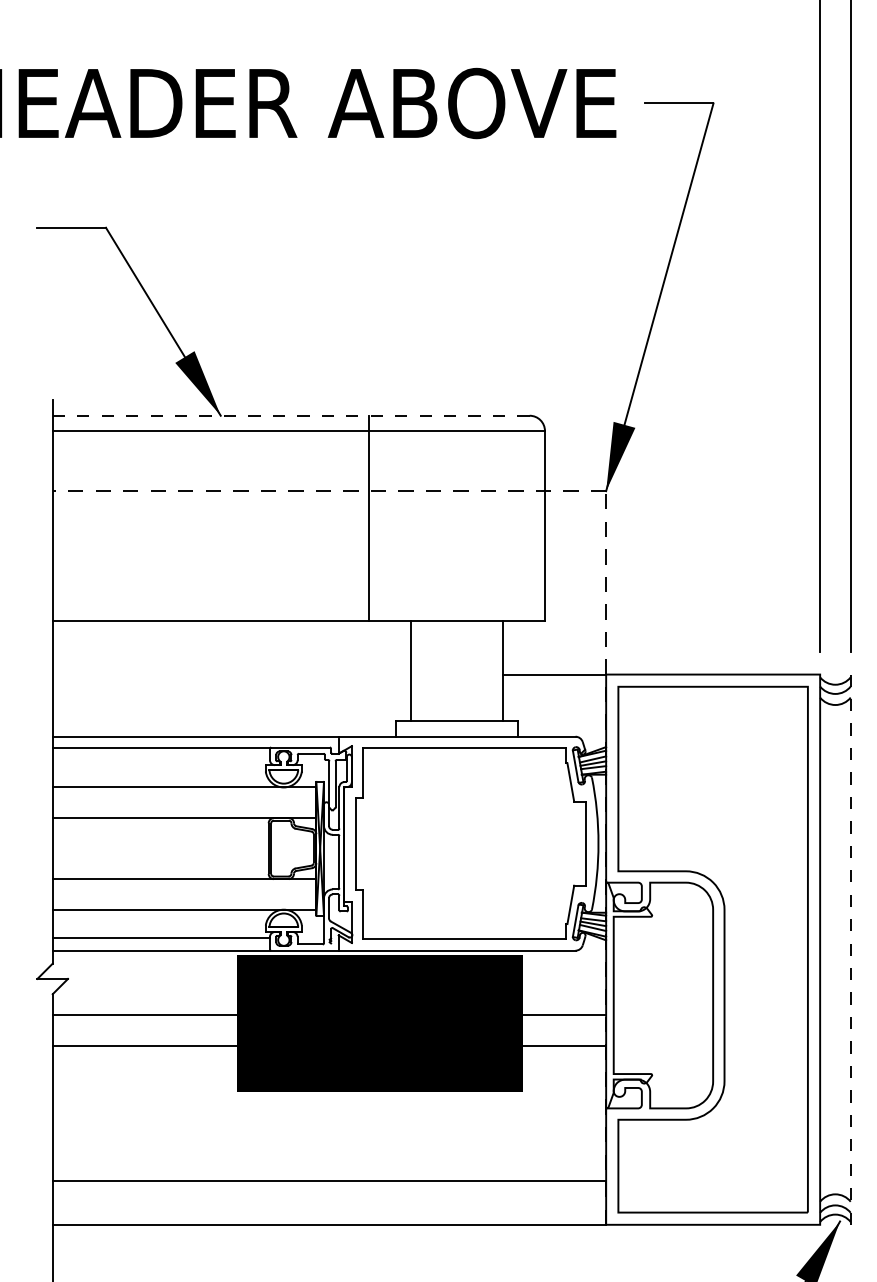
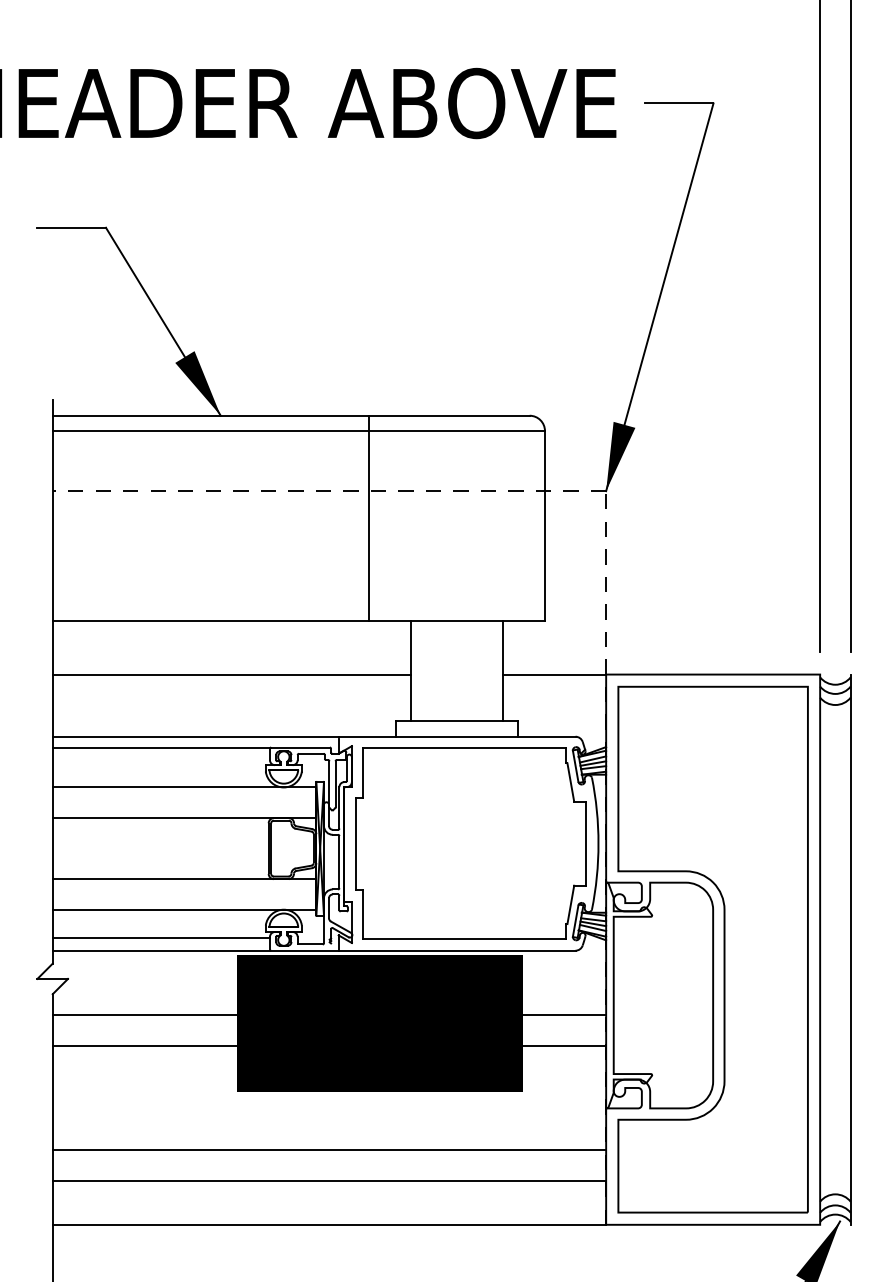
line at (291, 415): dashed -> solid
line at (231, 674): none -> present
line at (850, 949): dashed -> solid
line at (329, 1150): none -> present
